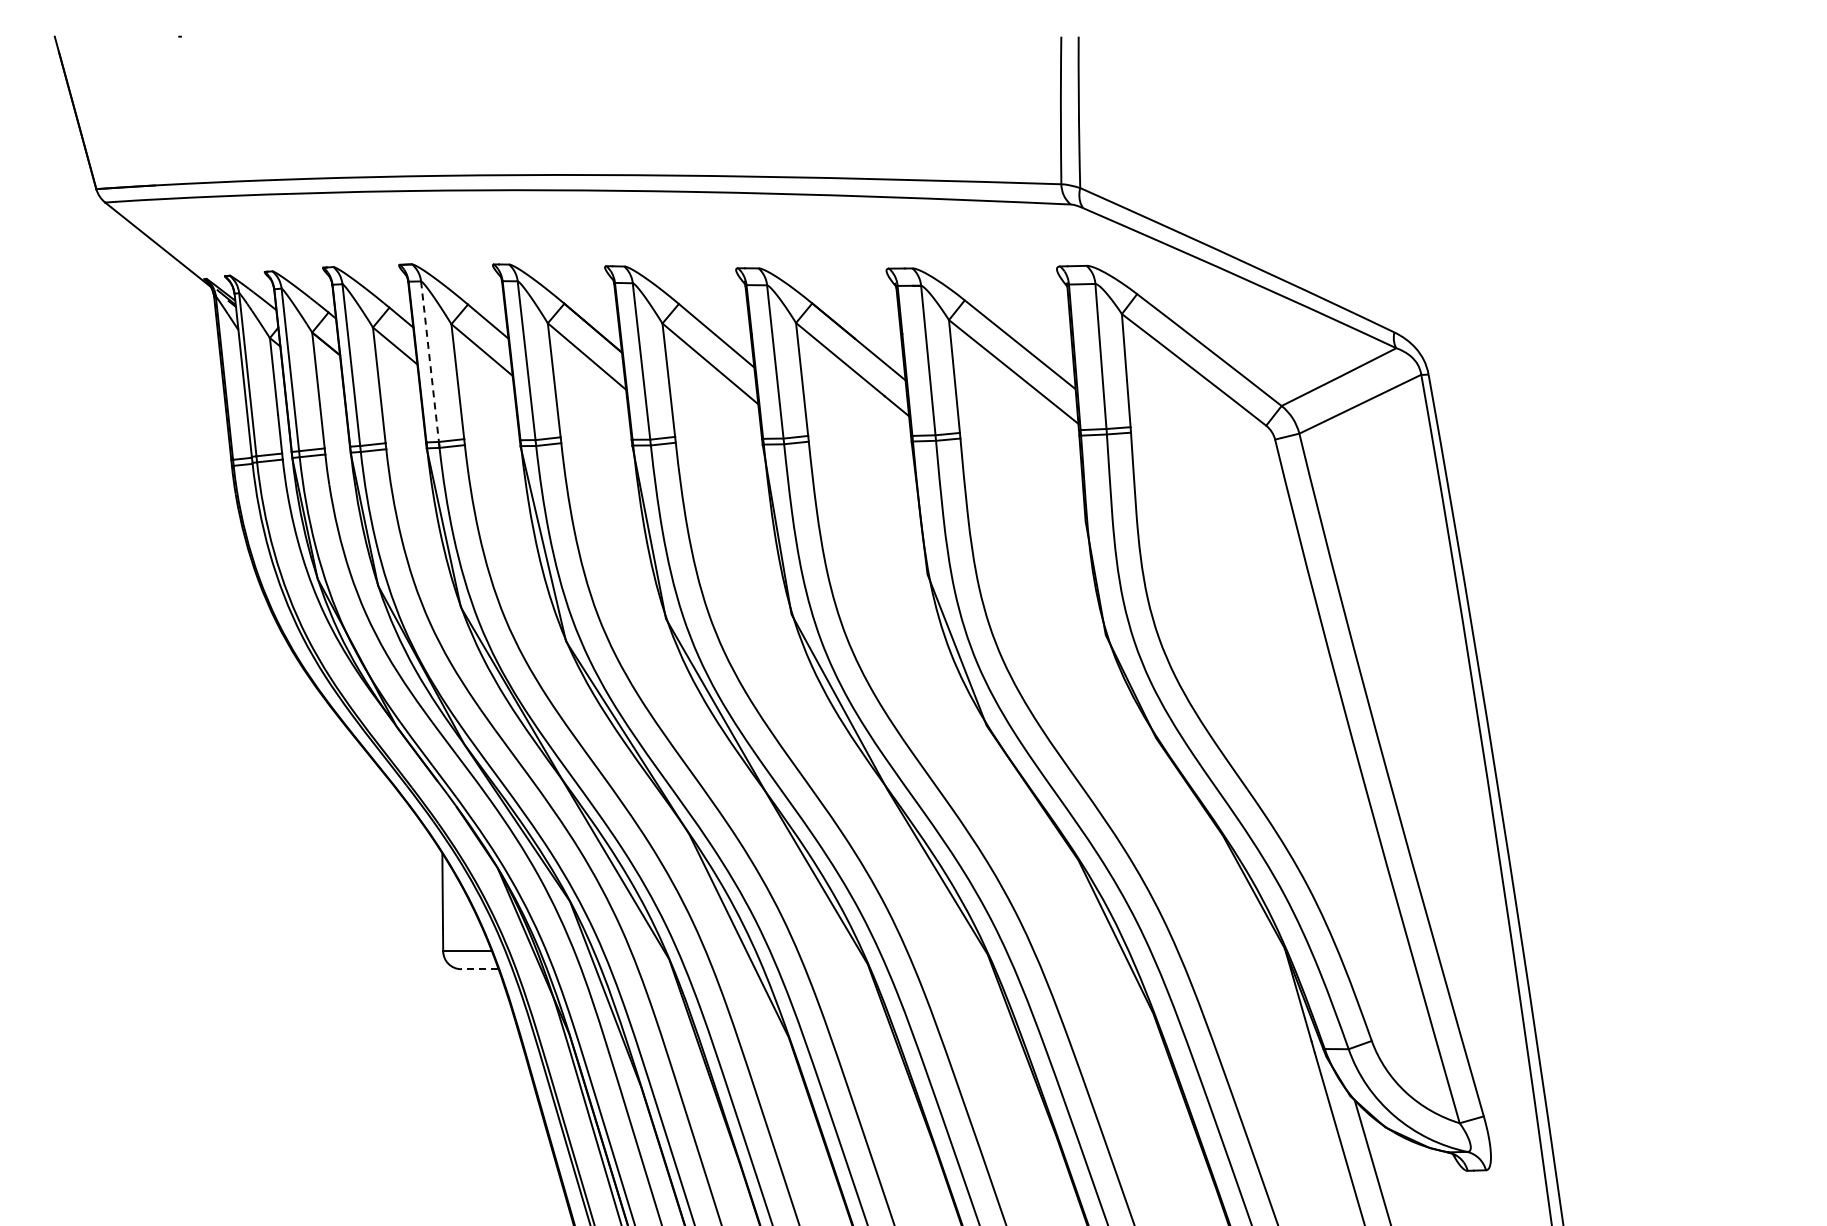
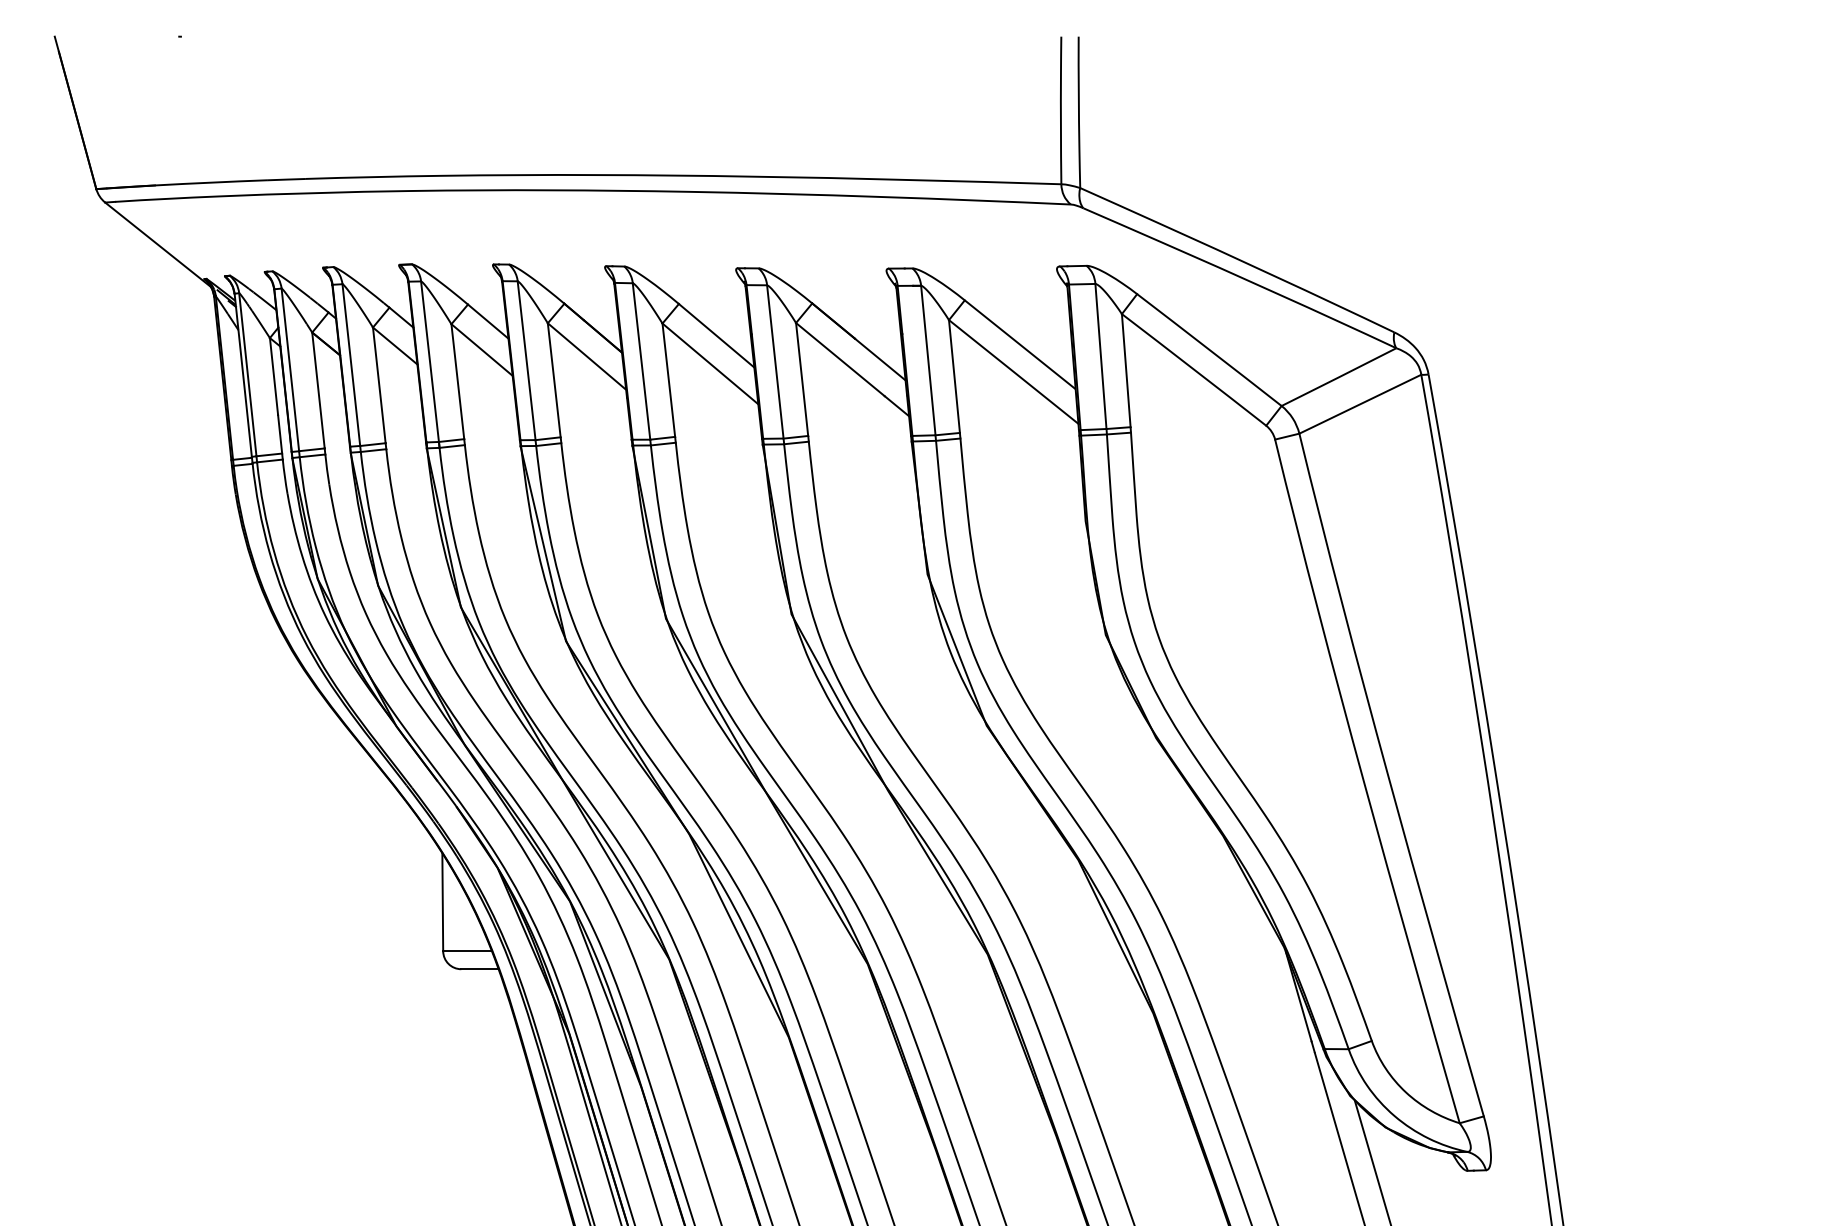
line at (430, 361): dashed -> solid
line at (479, 969): dashed -> solid
